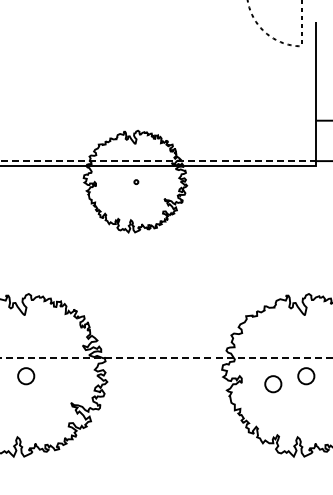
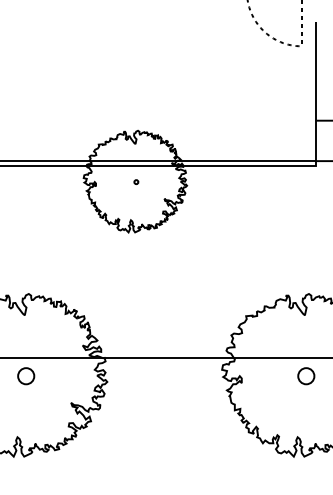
line at (158, 161): dashed -> solid
line at (166, 358): dashed -> solid
circle at (273, 384): present -> none
